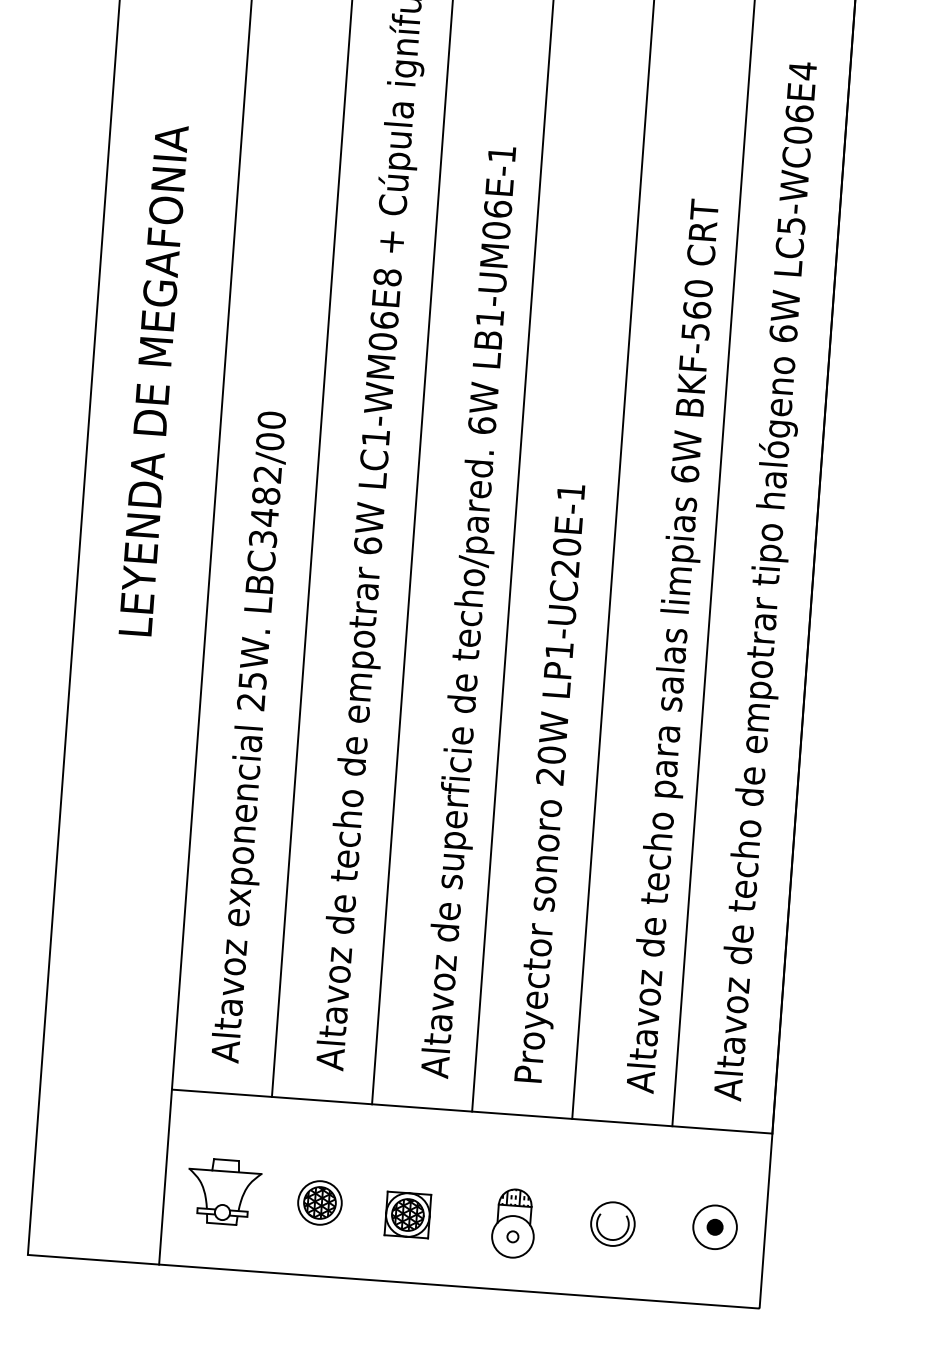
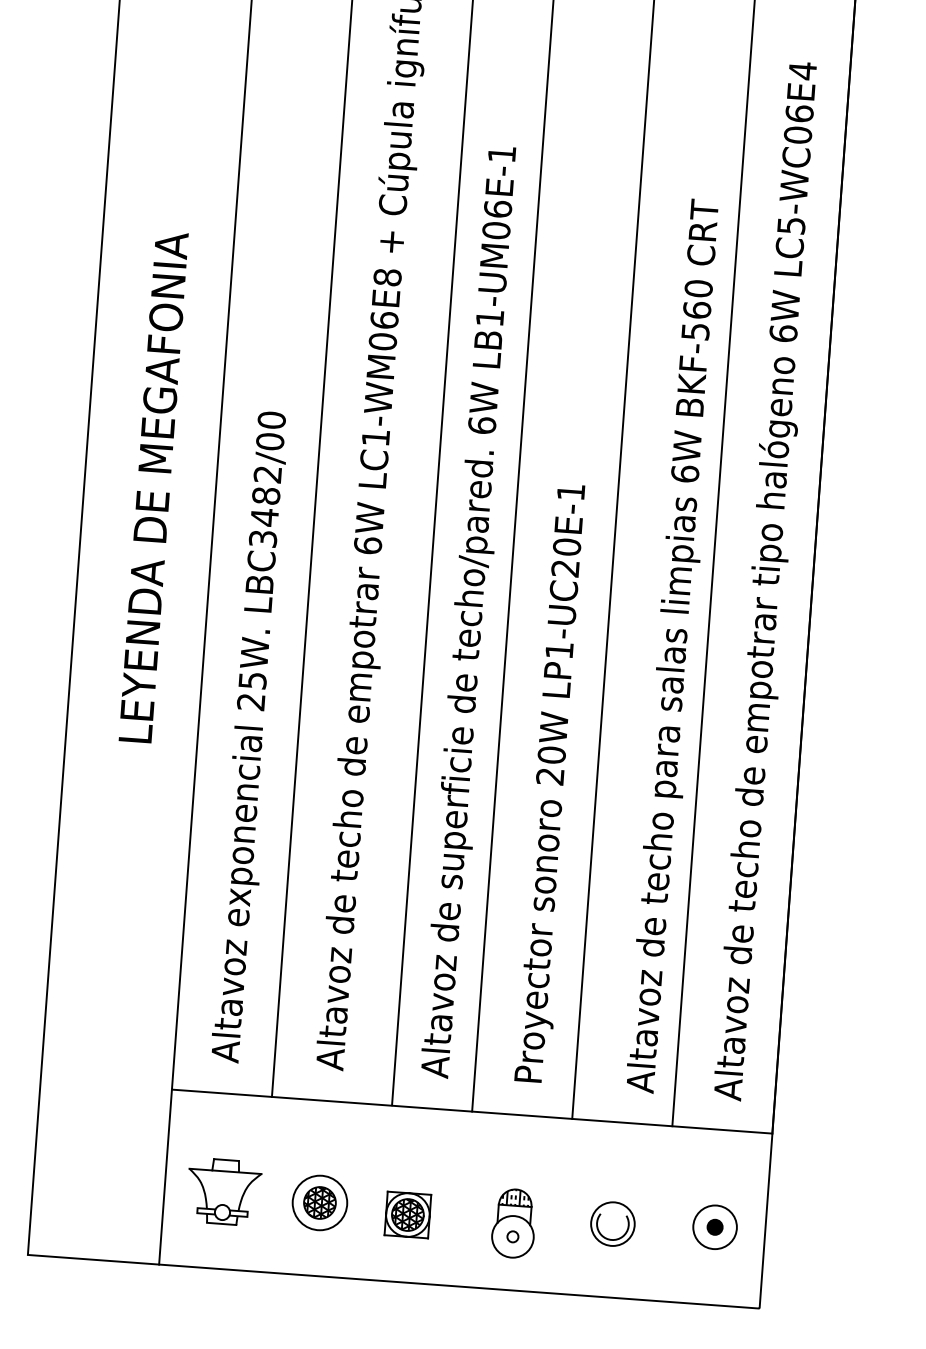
text at (153, 381) position: (153, 381) -> (153, 488)
line at (412, 553) position: (412, 553) -> (432, 553)
circle at (319, 1202) diameter: 44 px -> 55 px
